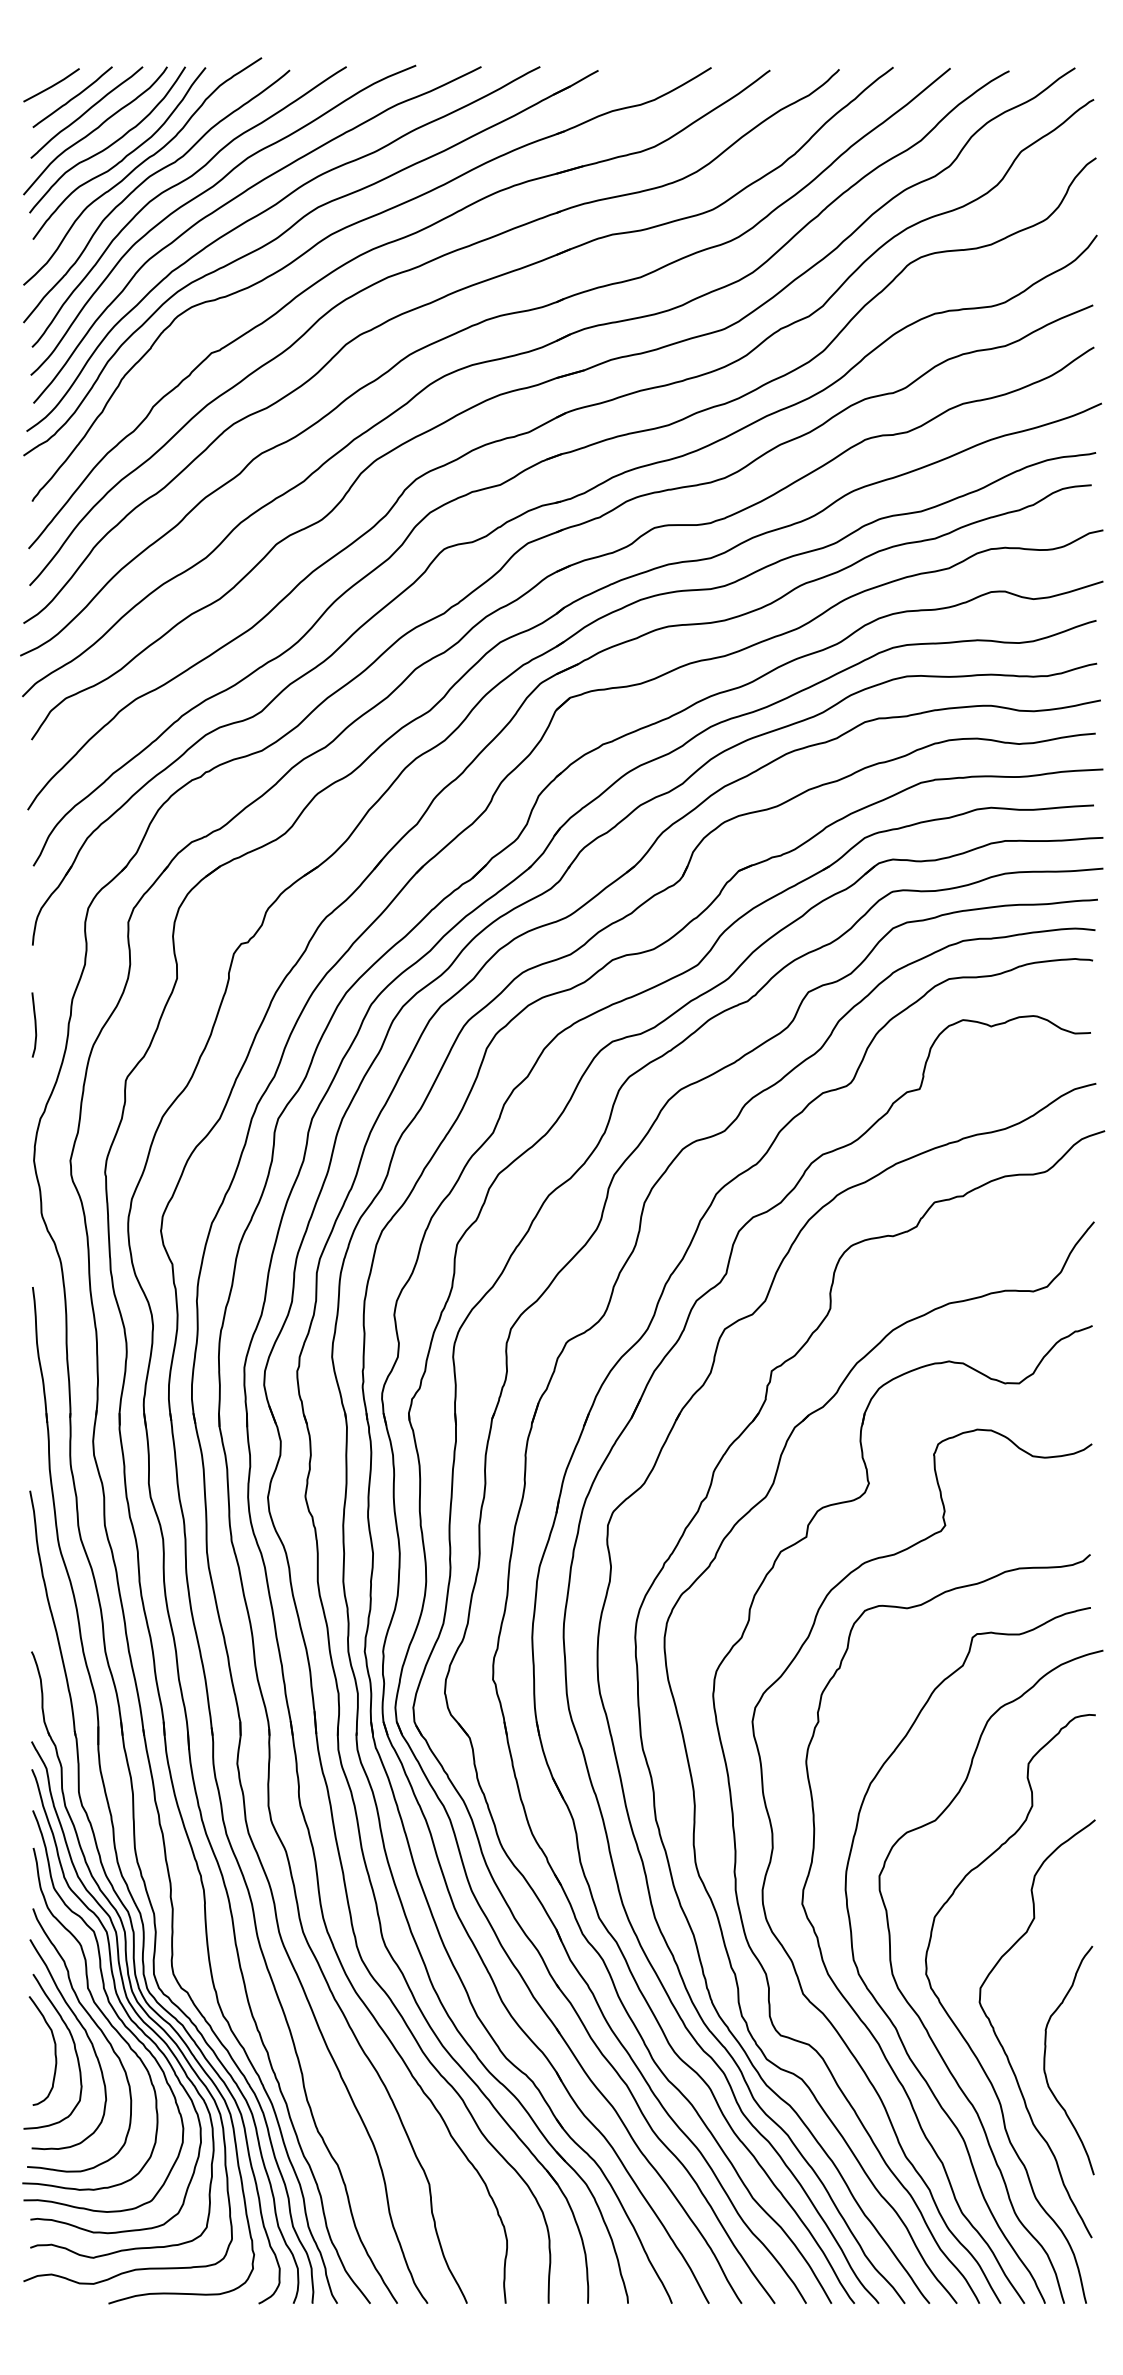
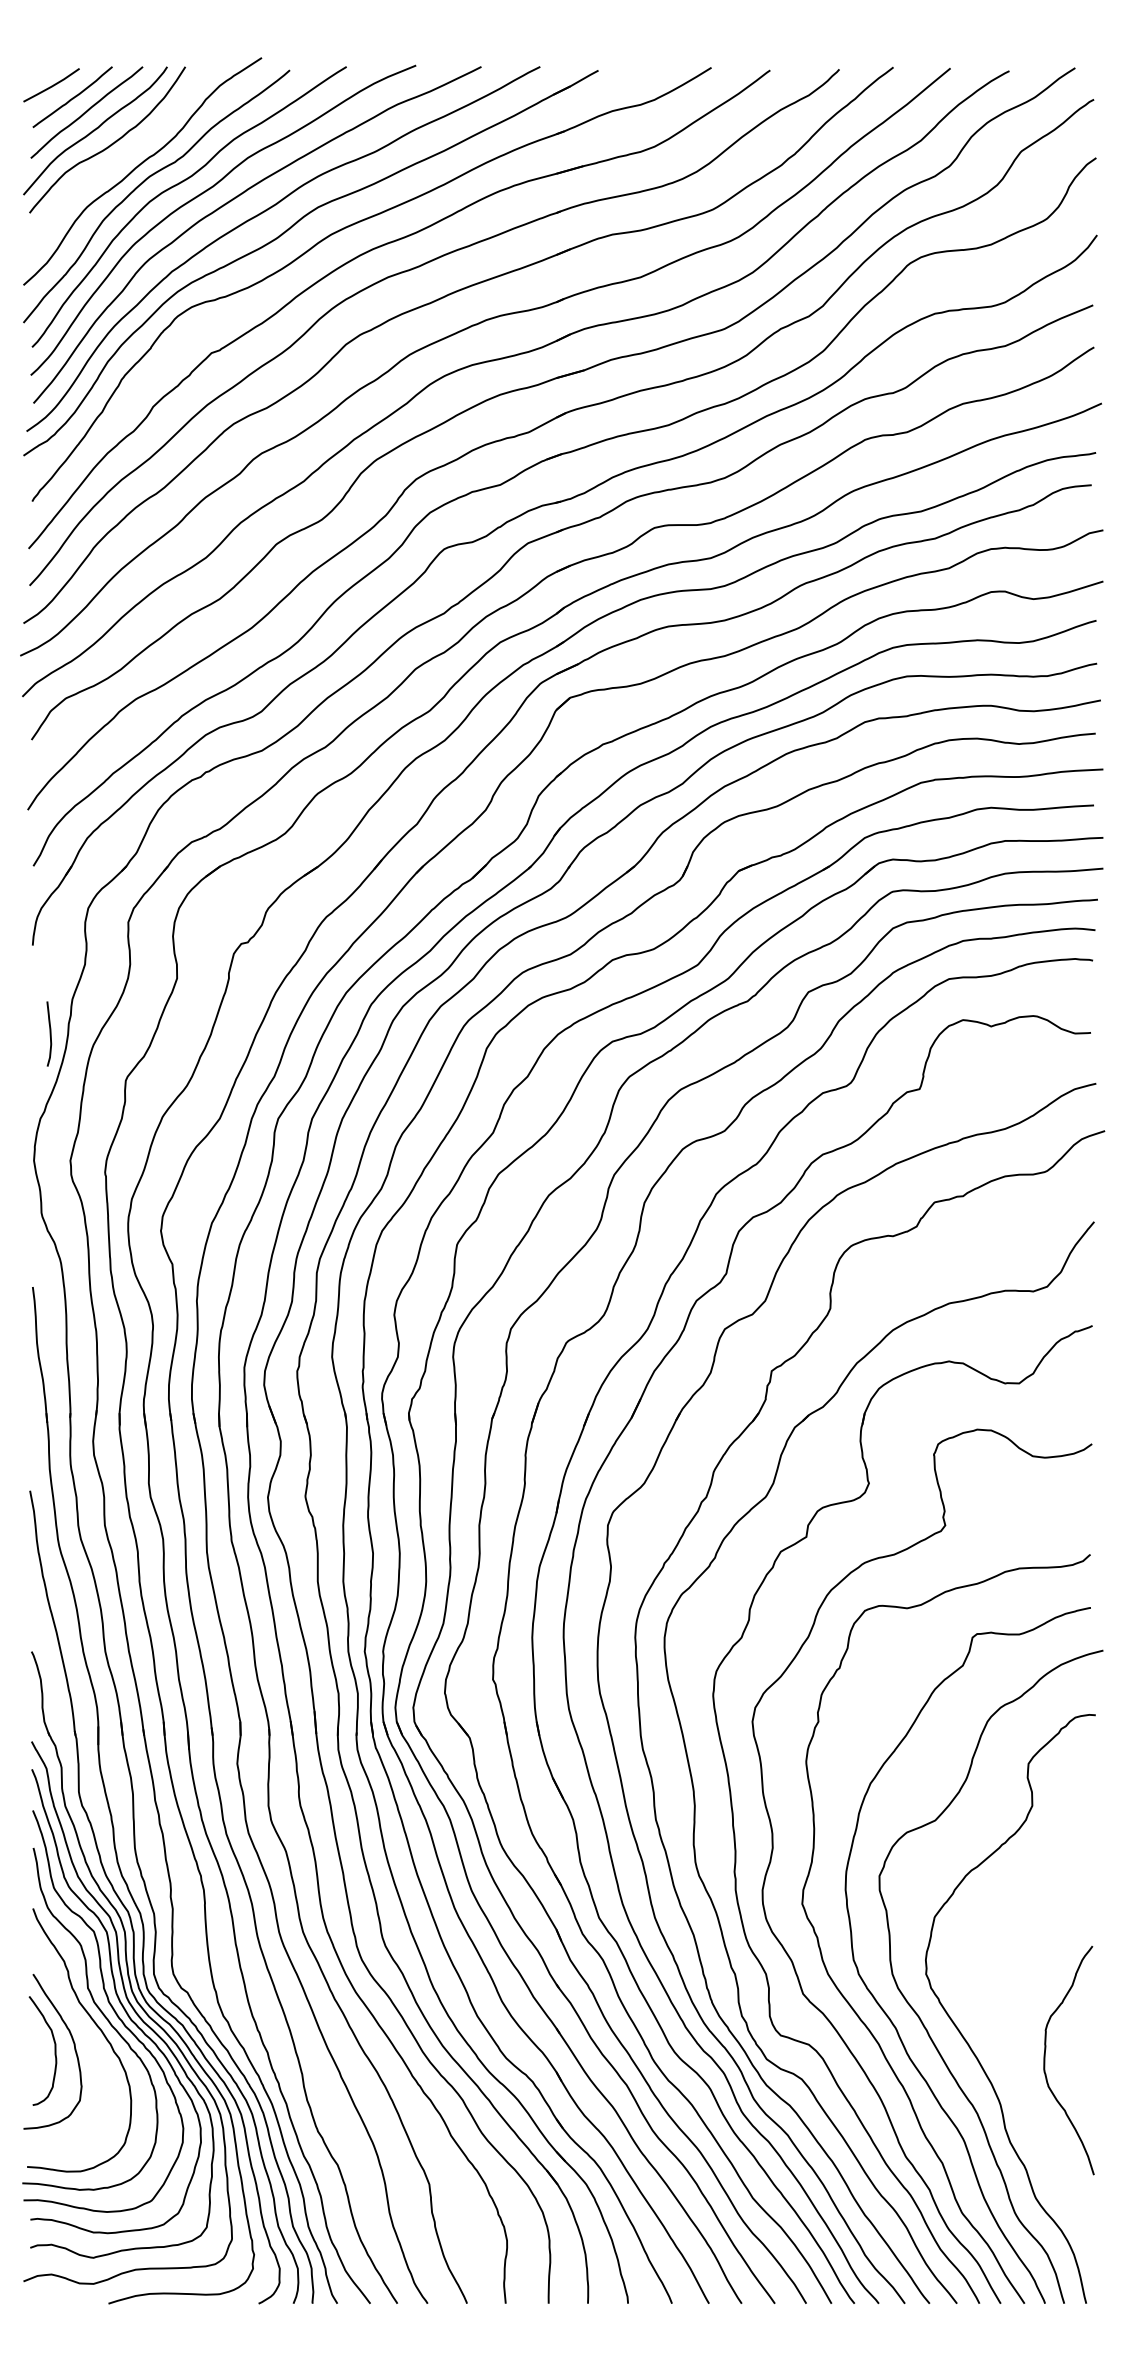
curve at (123, 157): present -> none
curve at (34, 1024) position: (34, 1024) -> (49, 1033)
curve at (86, 2035): present -> none
curve at (1003, 2046): present -> none
